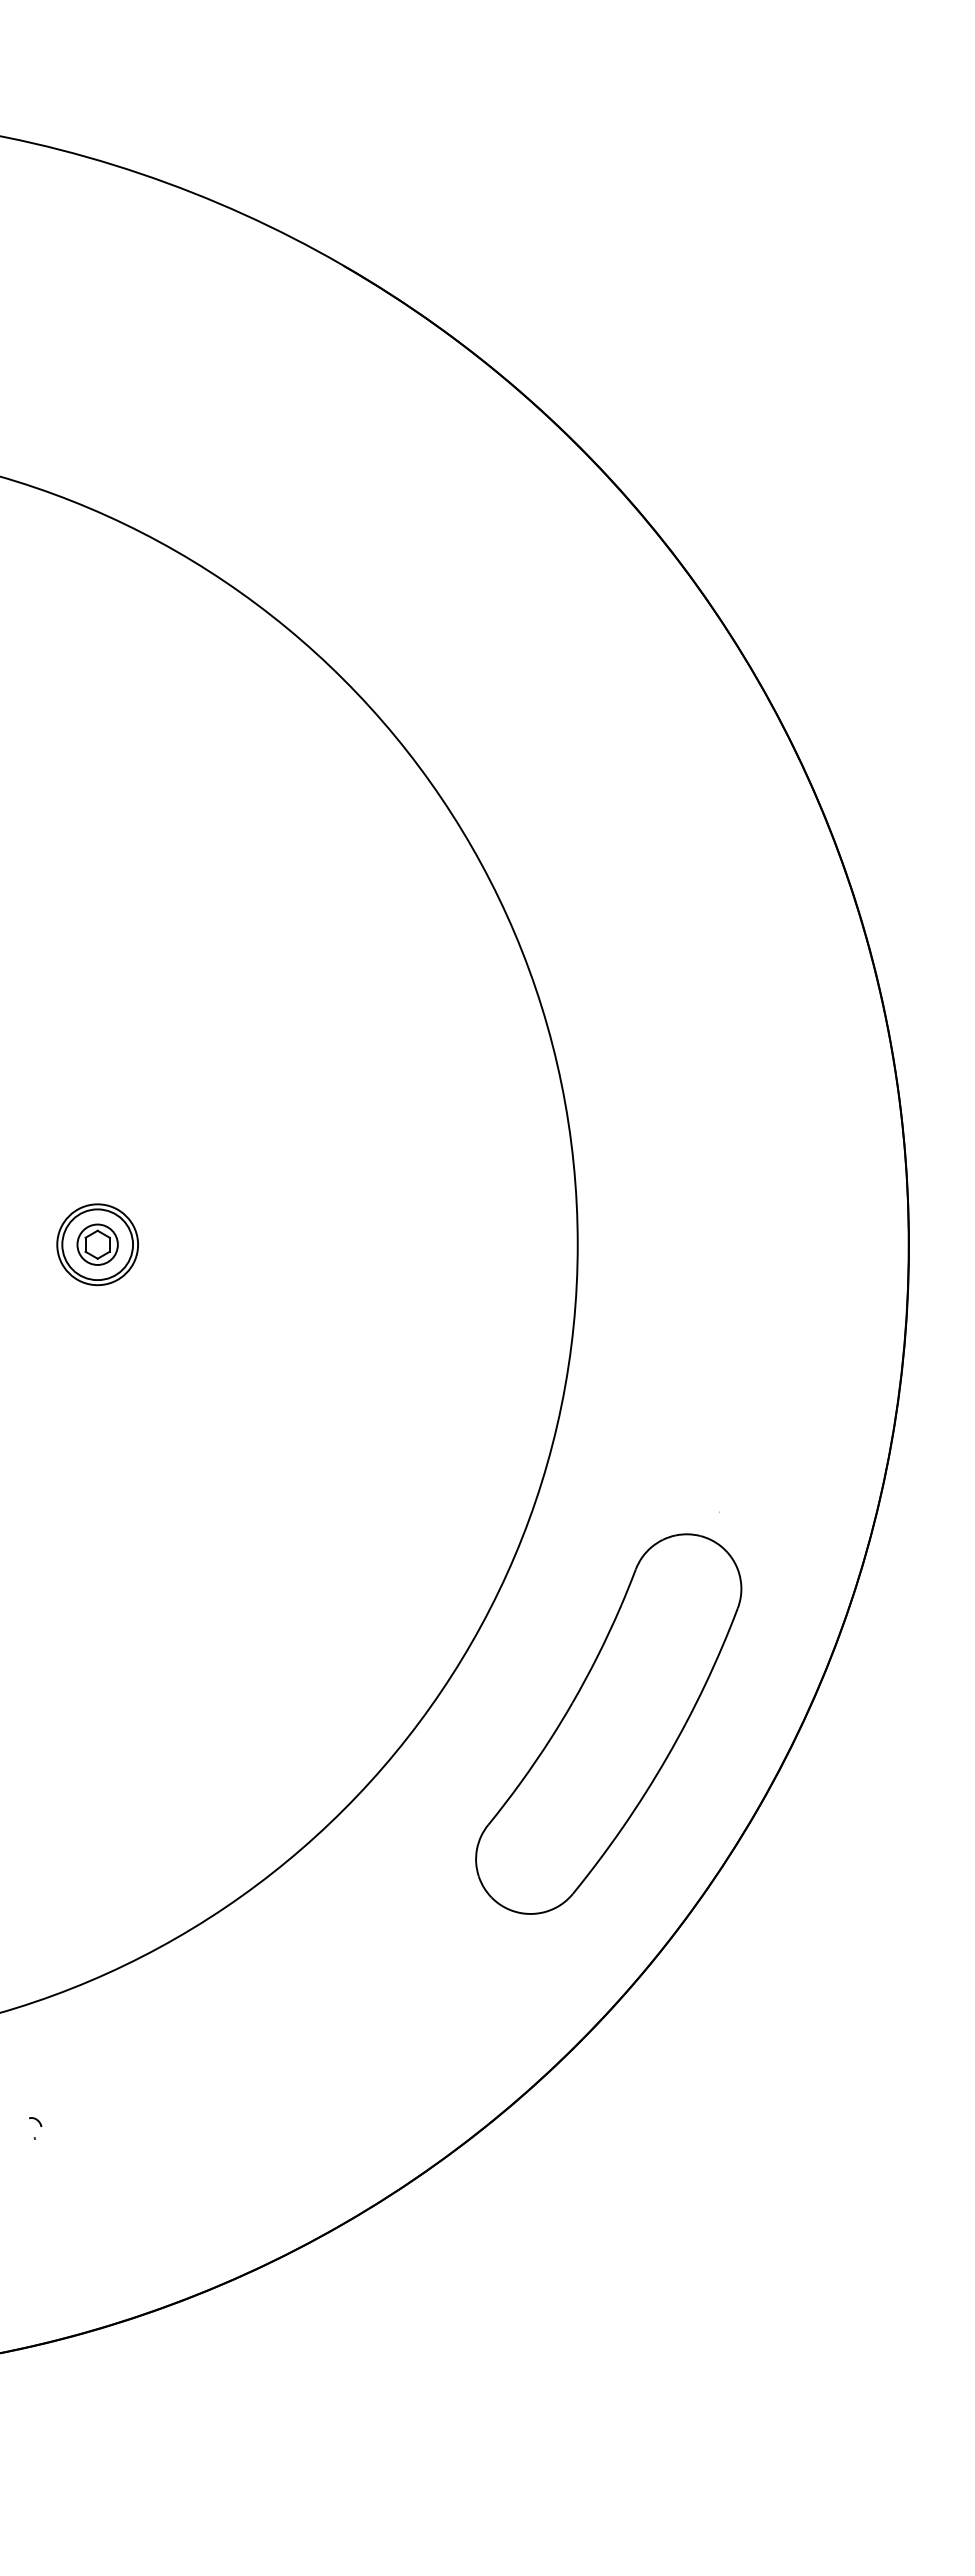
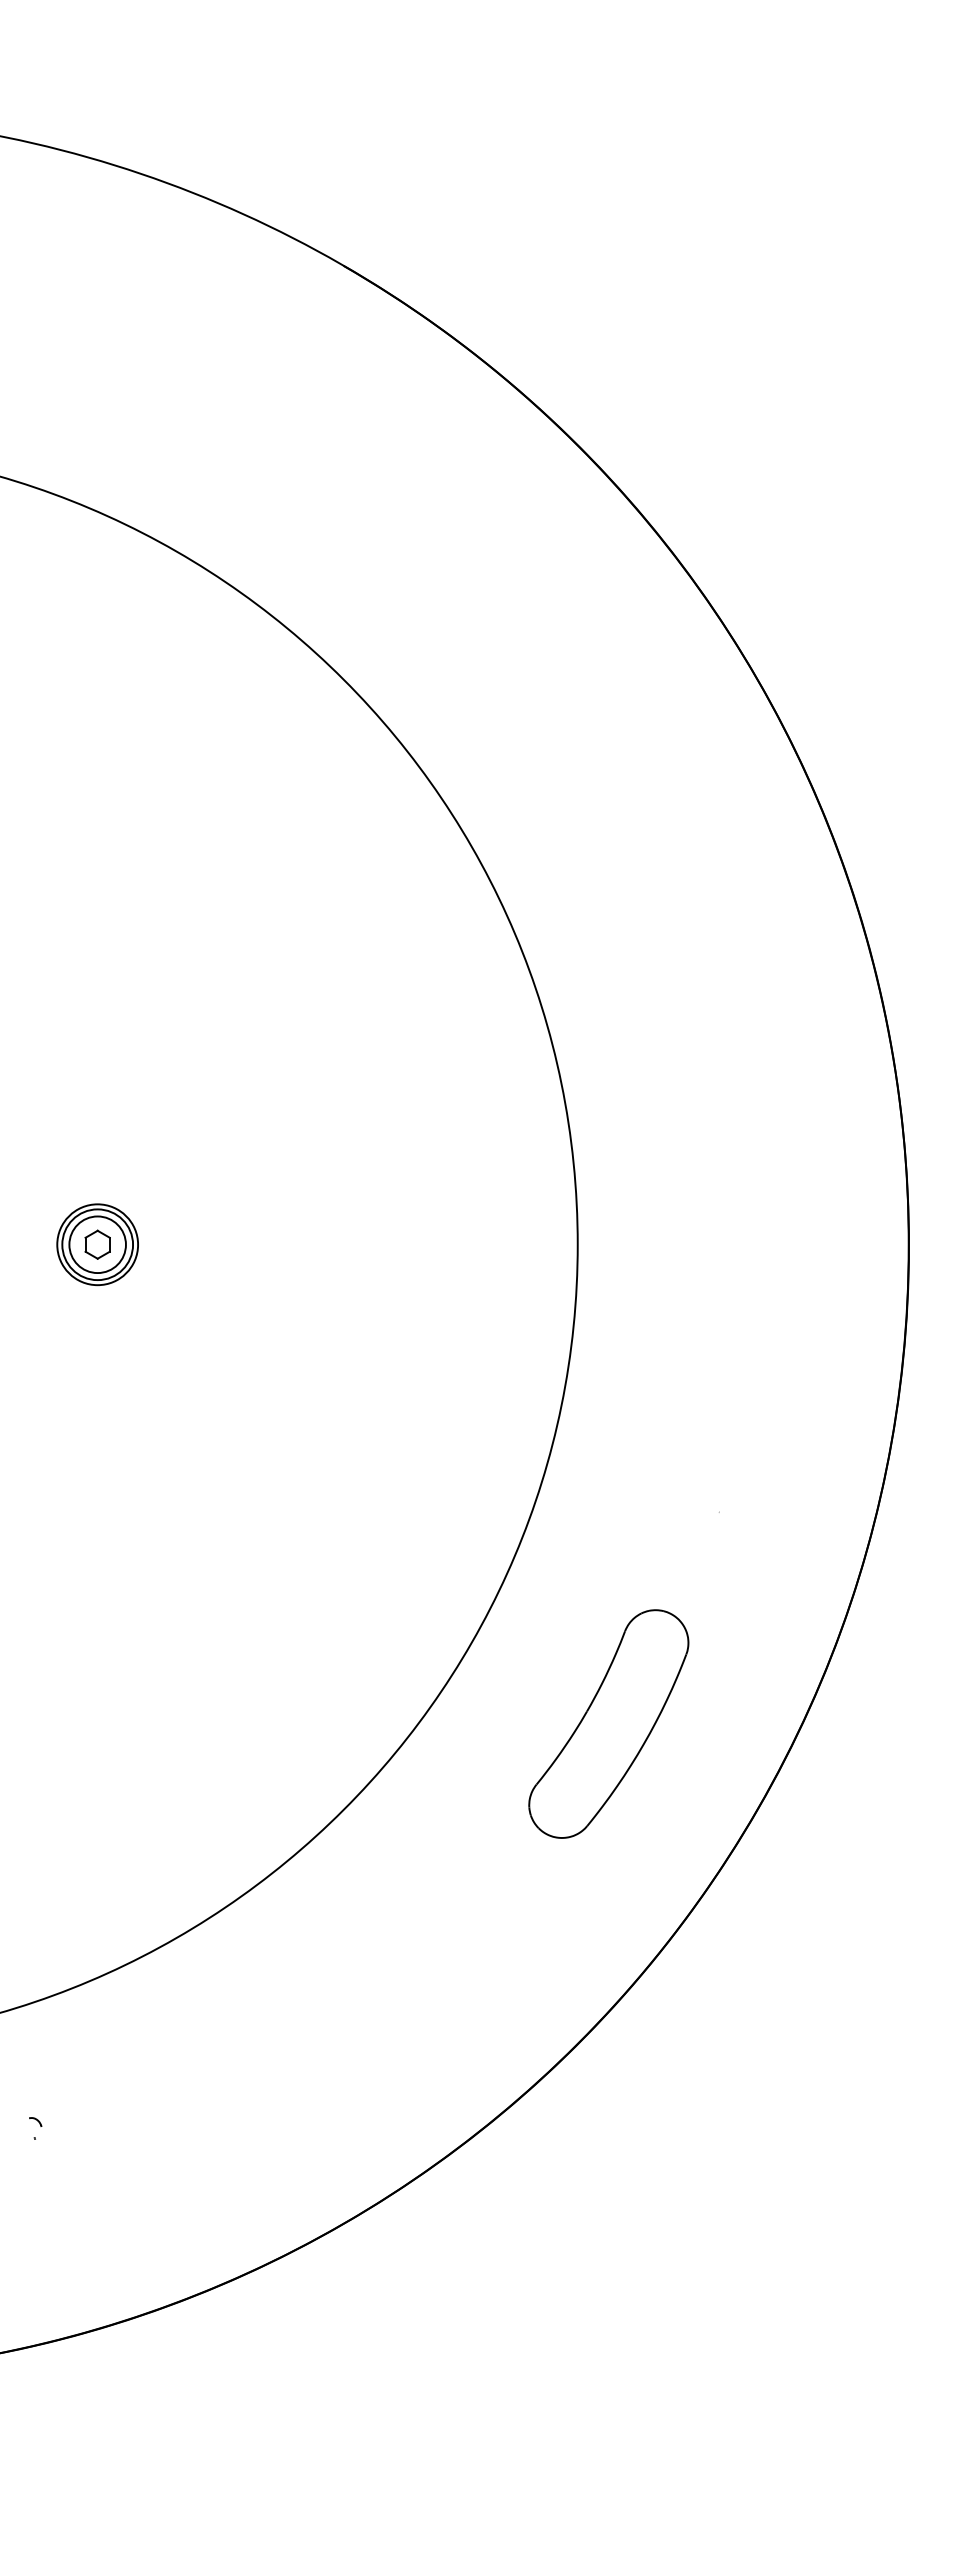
circle at (97, 1244) diameter: 40 px -> 57 px
part at (608, 1723) size: 268x382 px -> 162x230 px
